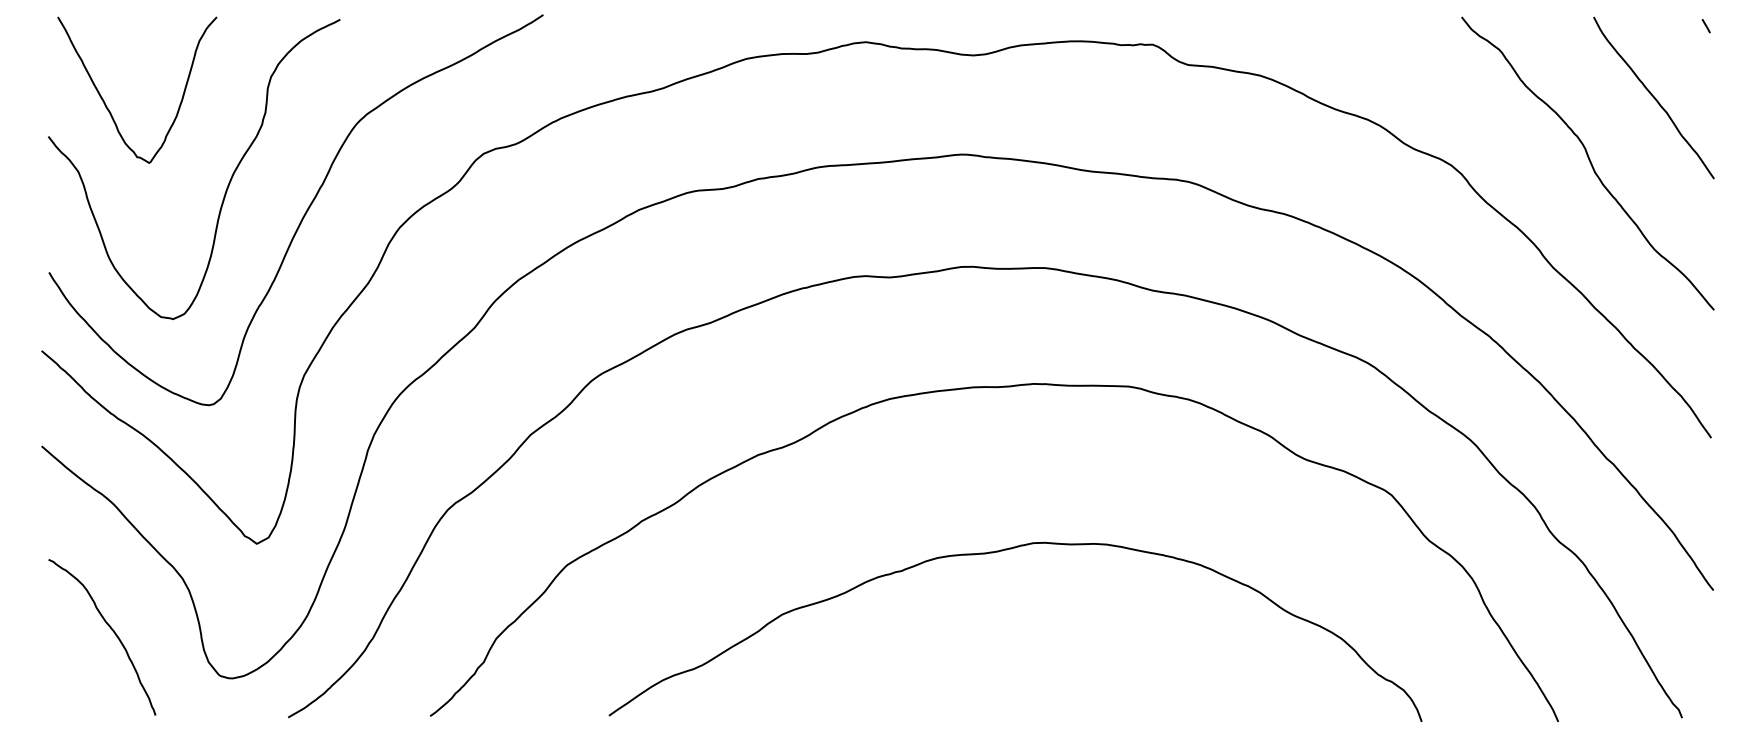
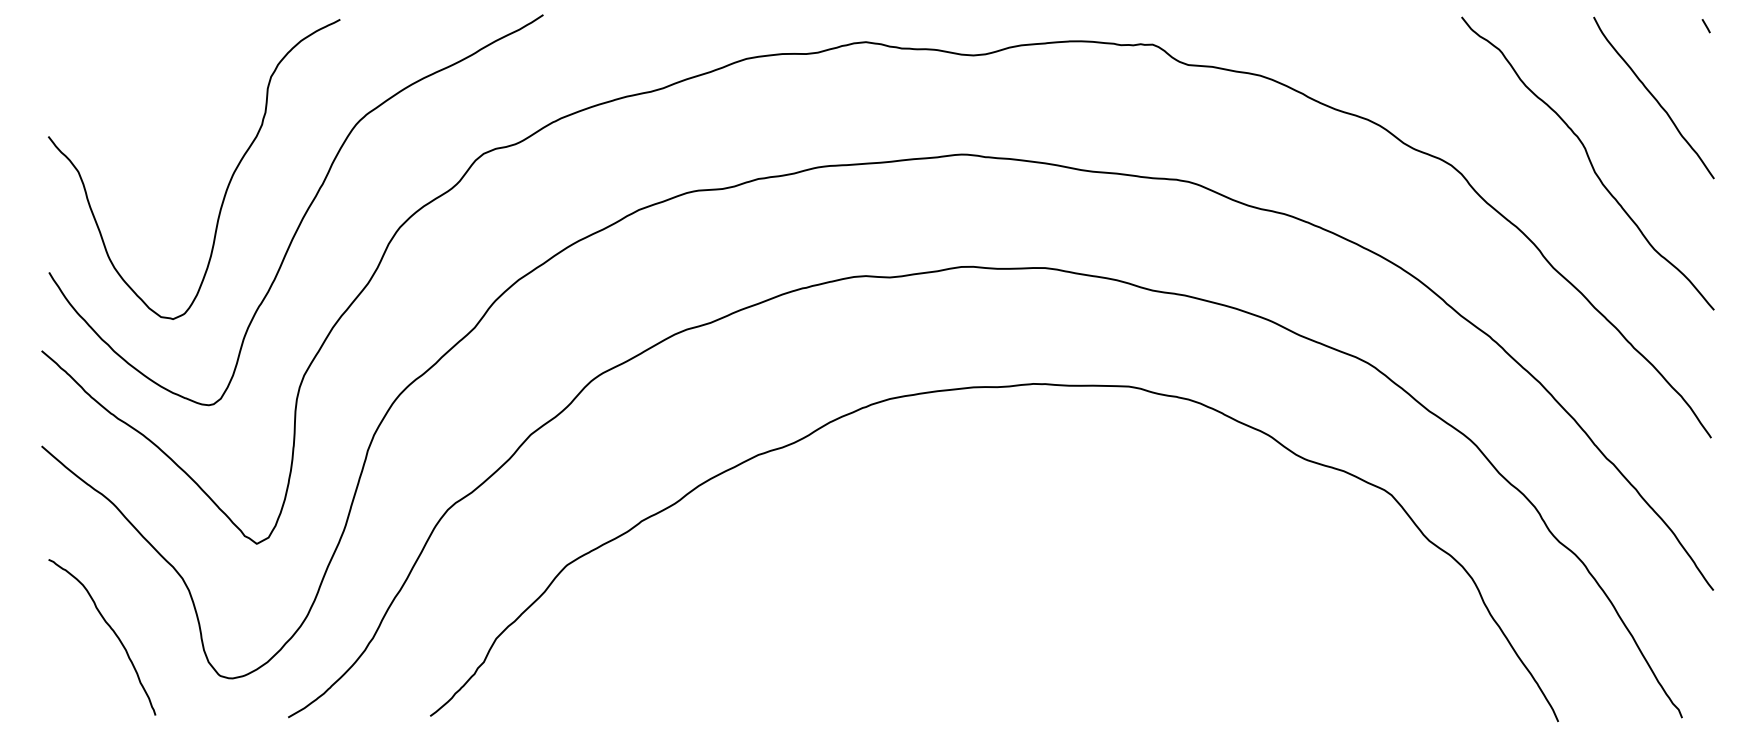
curve at (109, 109): present -> none
curve at (998, 552): present -> none
